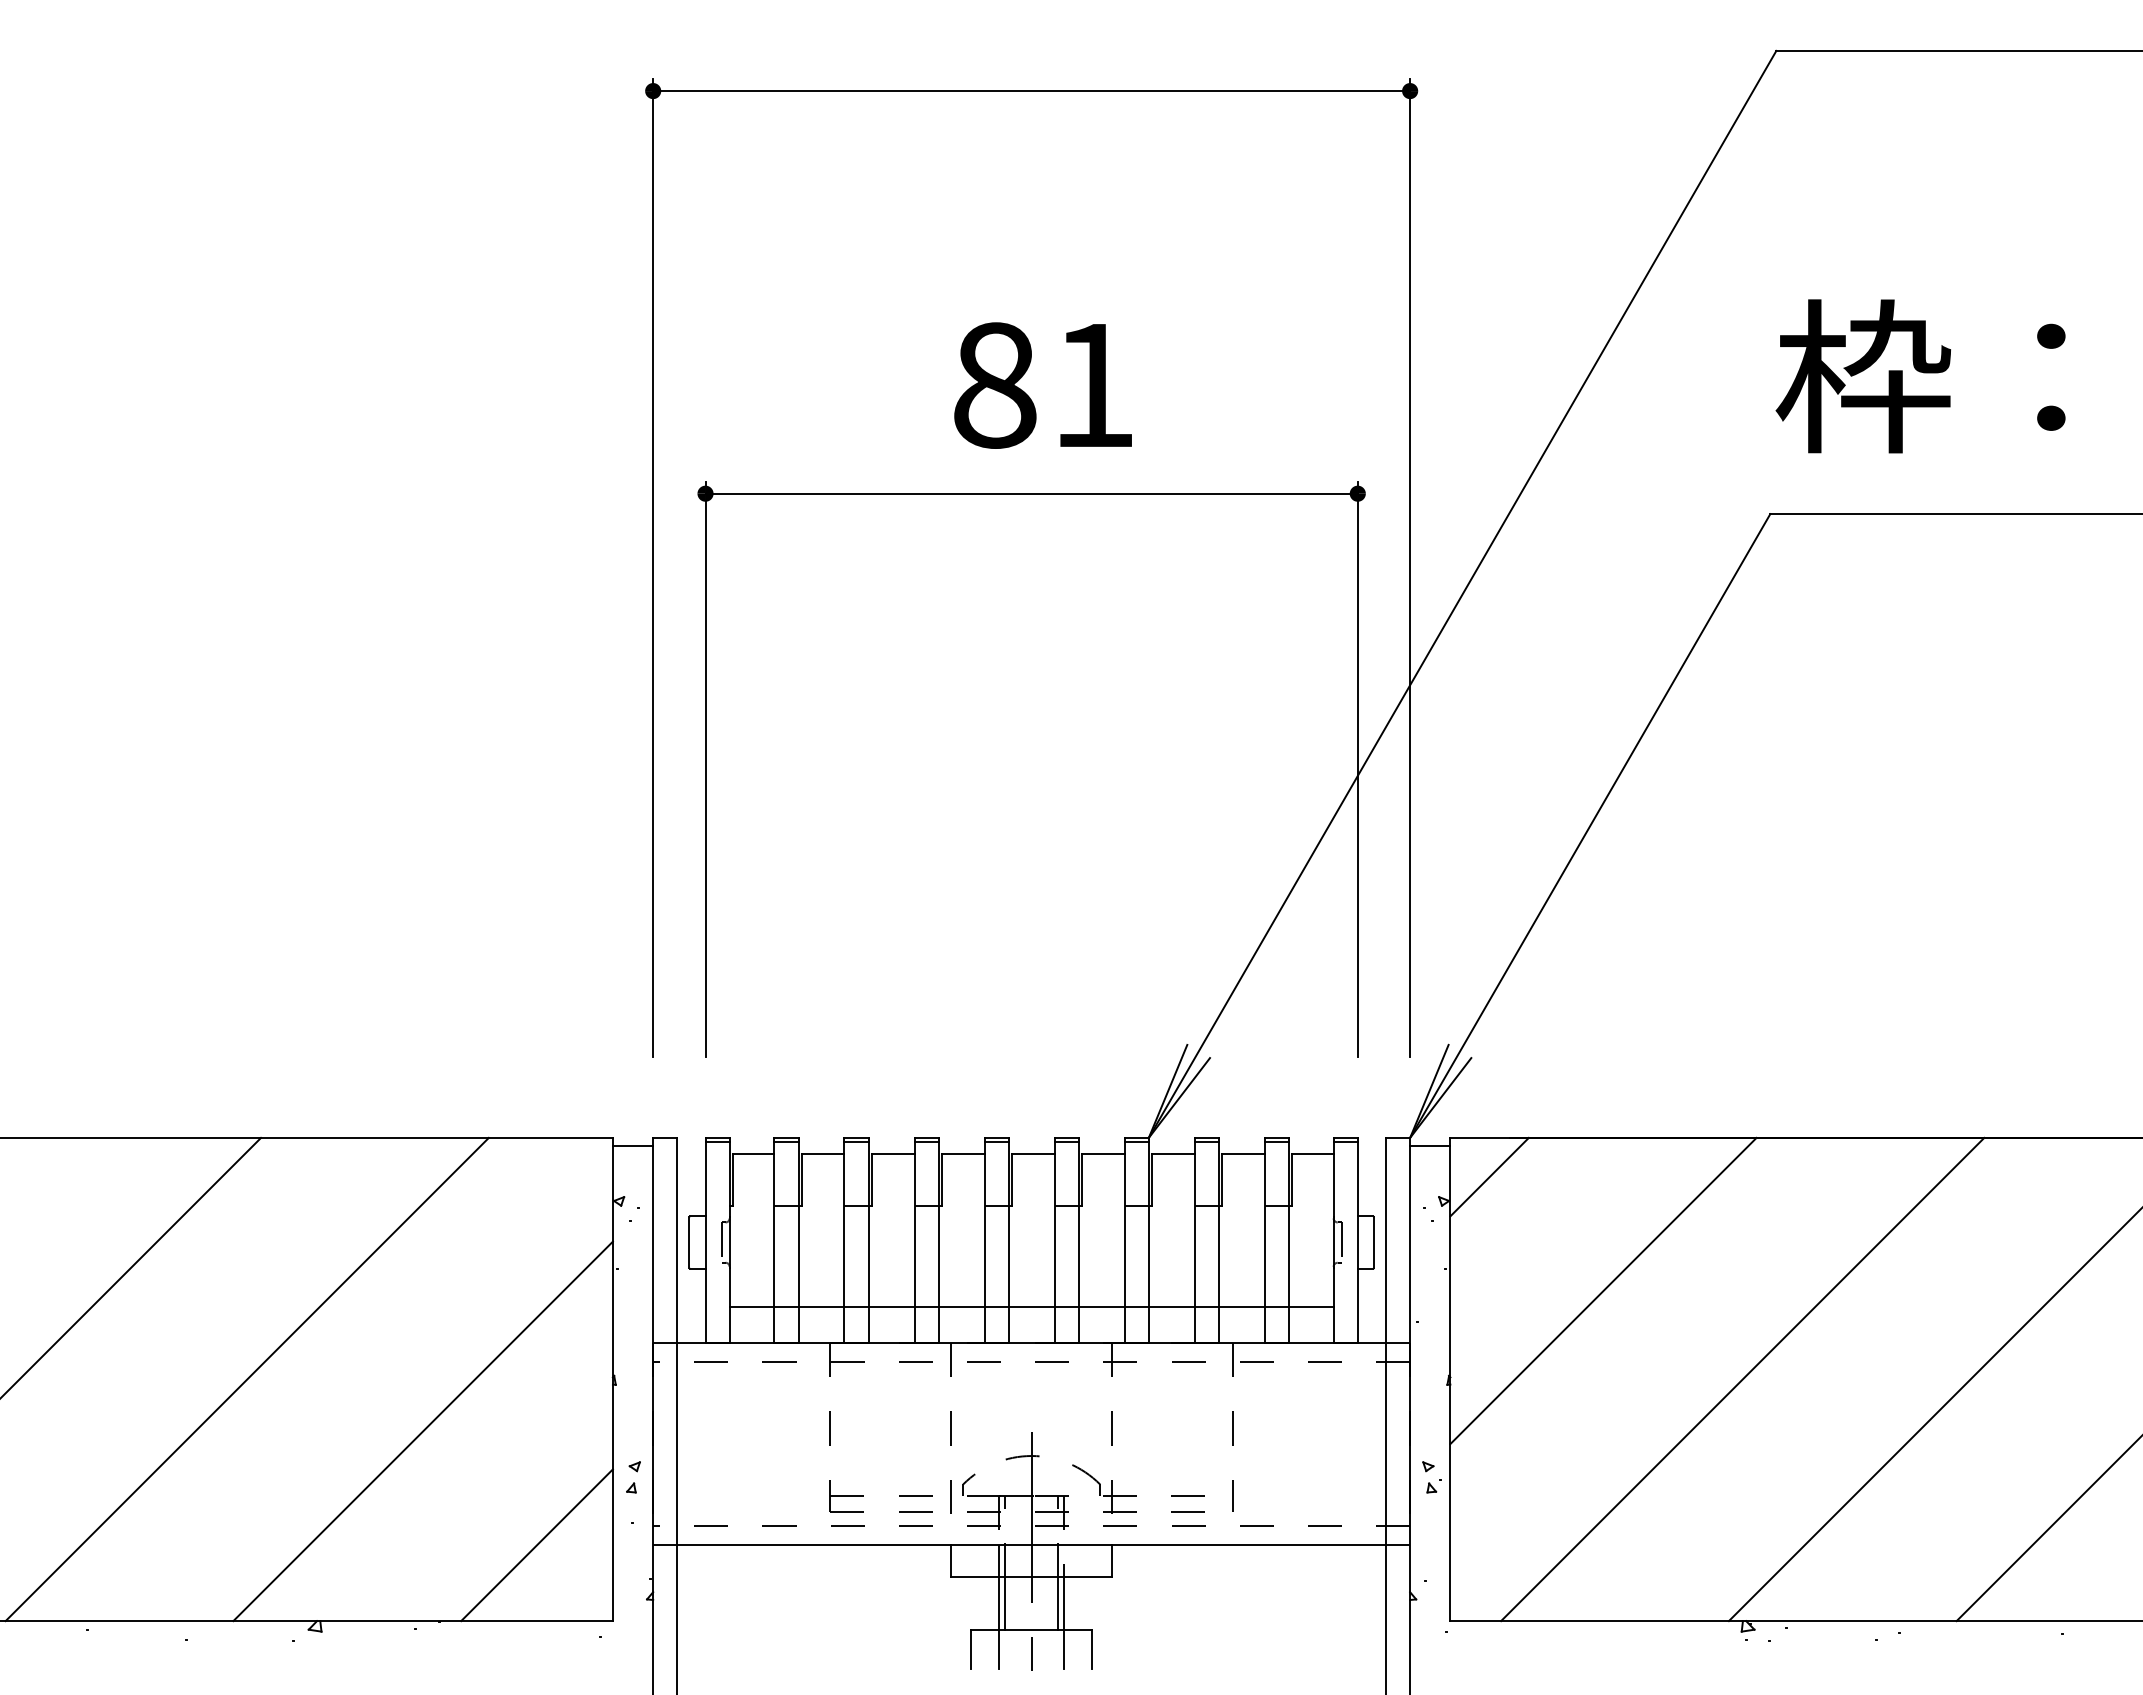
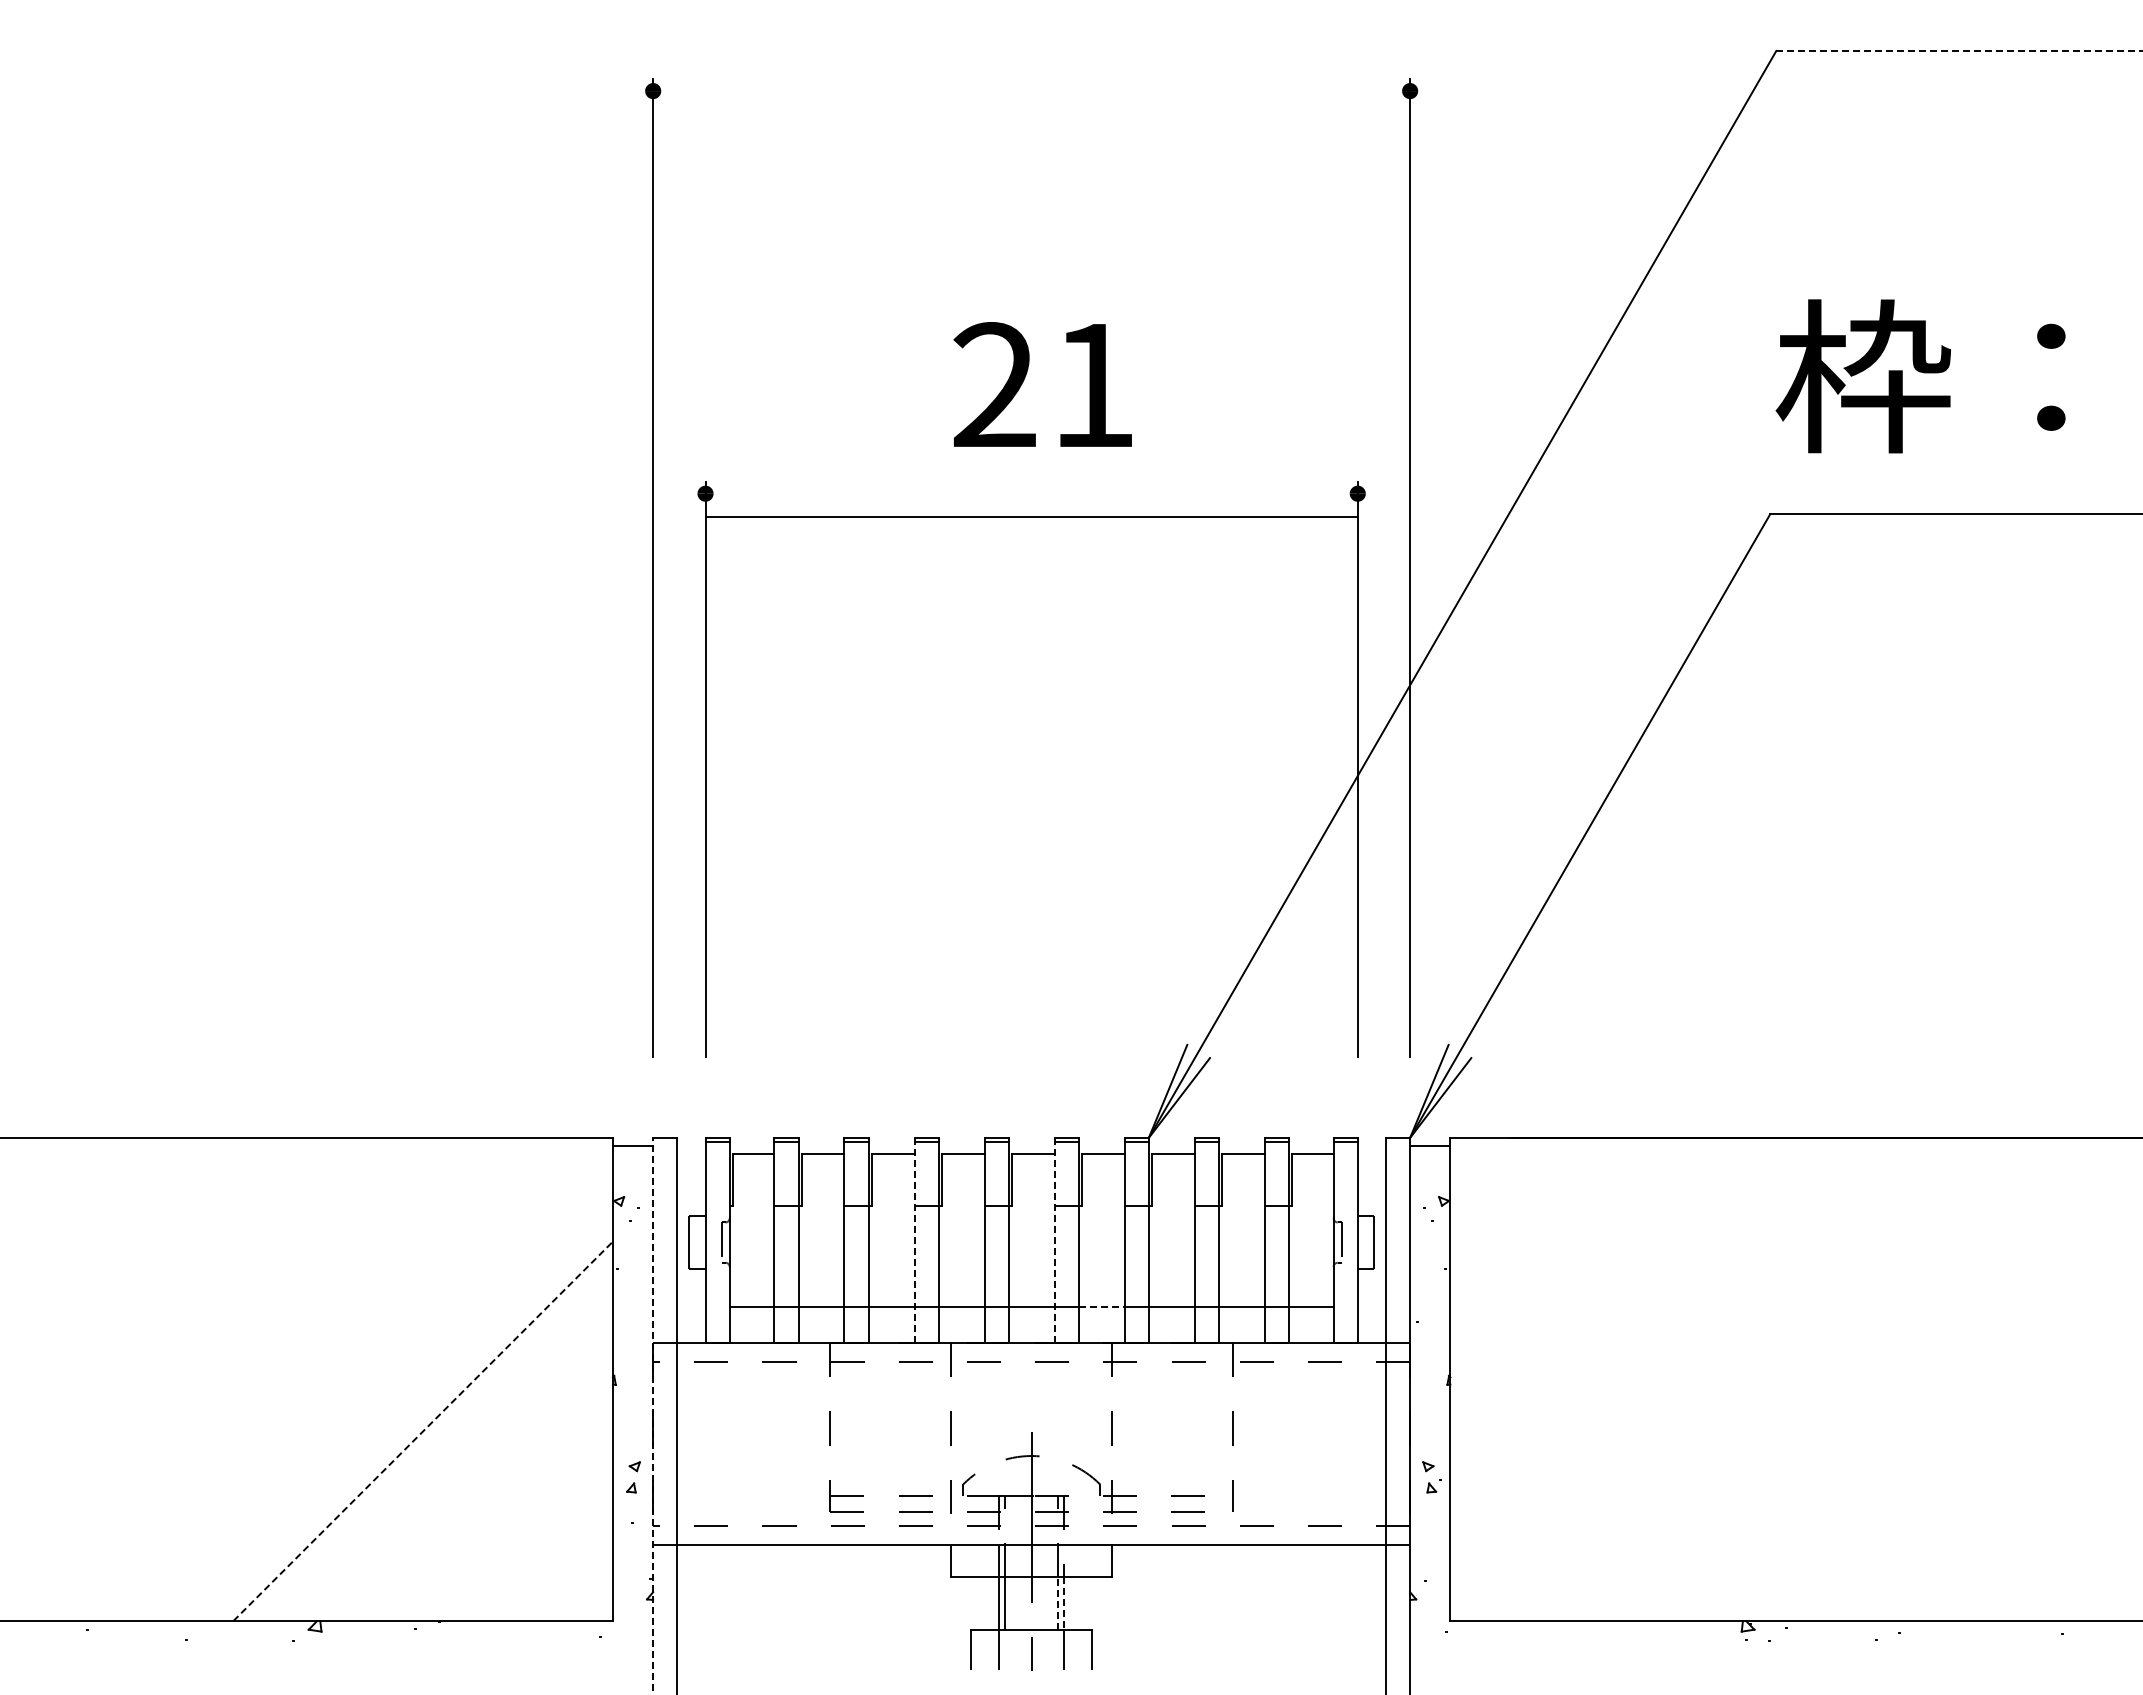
line at (1959, 50): solid -> dashed
line at (1031, 91): present -> none
text at (994, 385): 81 -> 21
line at (1031, 493) position: (1031, 493) -> (1031, 516)
line at (1489, 1176): present -> none
line at (914, 1240): solid -> dashed
line at (1054, 1240): solid -> dashed
line at (131, 1266): present -> none
line at (1603, 1290): present -> none
line at (1101, 1307): solid -> dashed
line at (246, 1379): present -> none
line at (1742, 1379): present -> none
line at (653, 1415): solid -> dashed
line at (1933, 1415): present -> none
line at (423, 1431): solid -> dashed
line at (2047, 1529): present -> none
line at (536, 1545): present -> none
line at (1057, 1603): solid -> dashed
line at (1063, 1603): solid -> dashed
